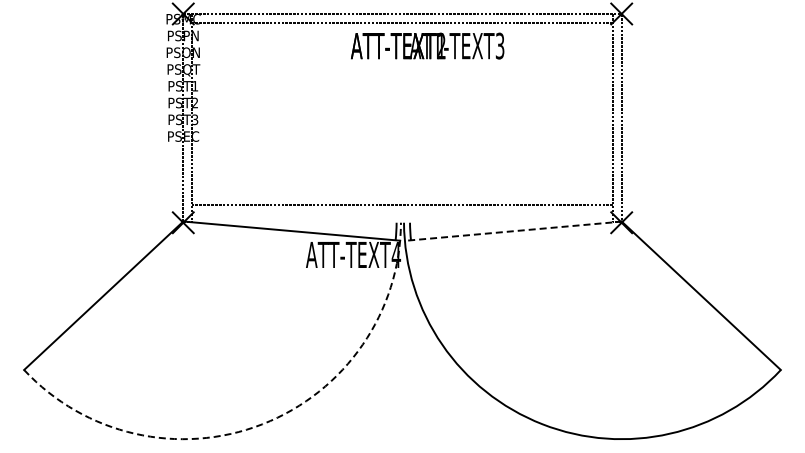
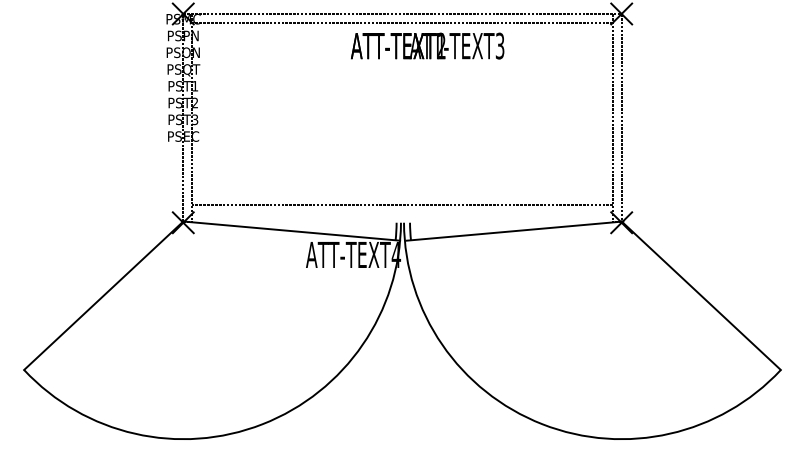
line at (514, 231): dashed -> solid
arc at (262, 424): dashed -> solid
